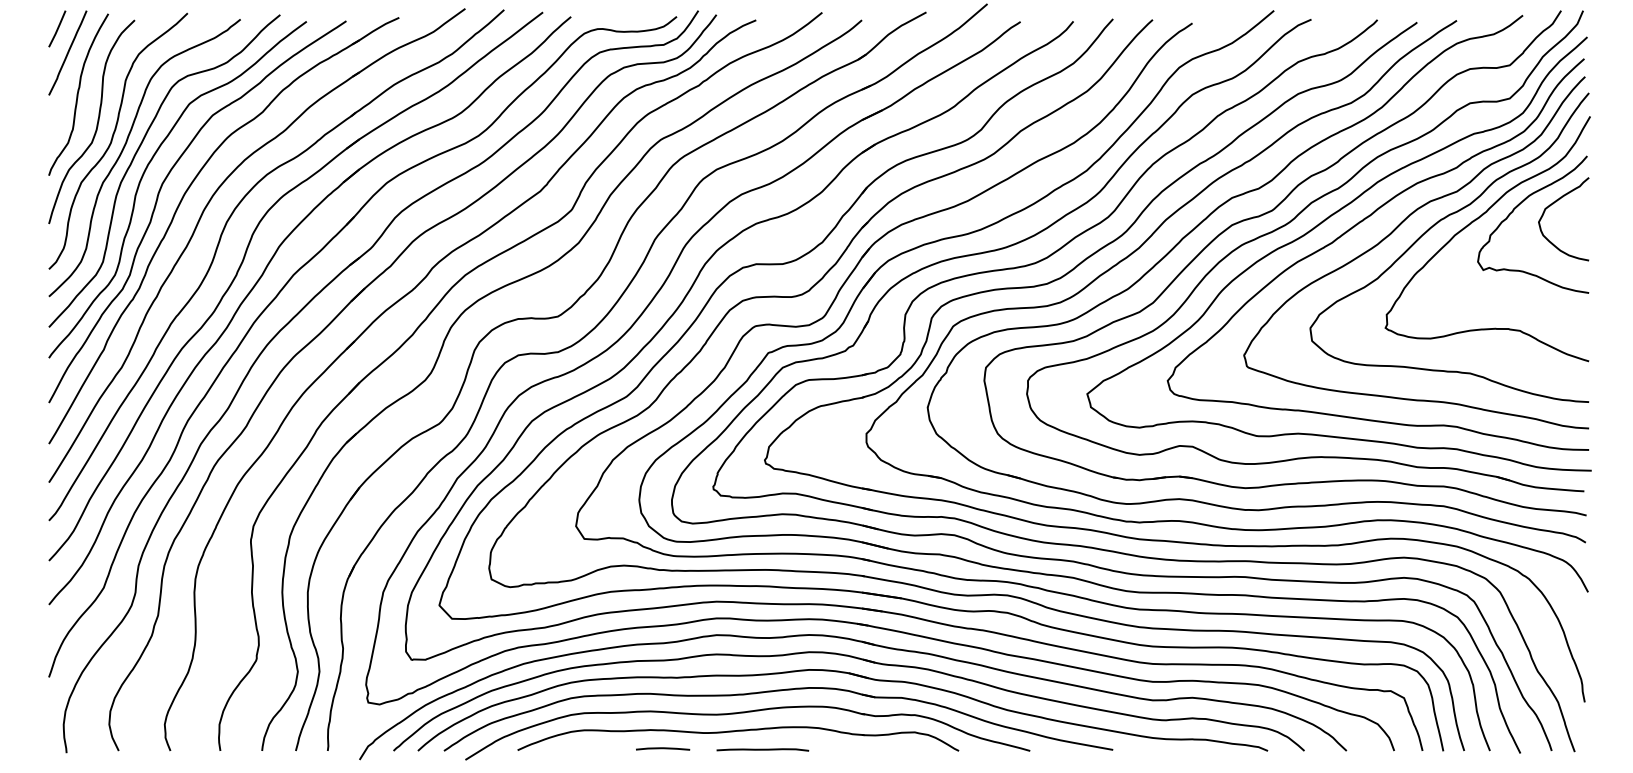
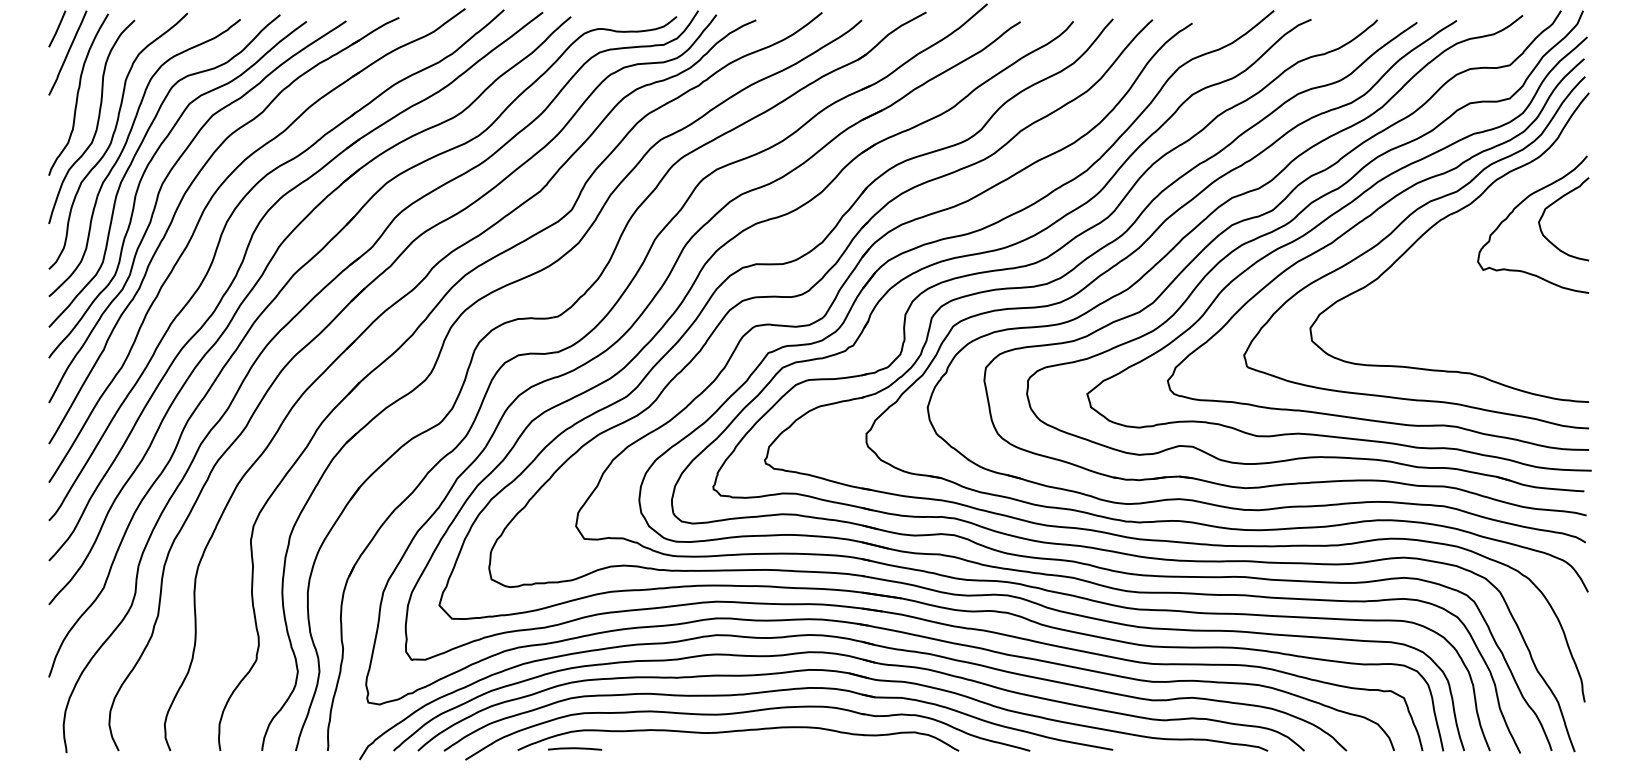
curve at (1478, 219): present -> none
line at (663, 748) position: (663, 748) -> (575, 748)
line at (762, 749): present -> none
